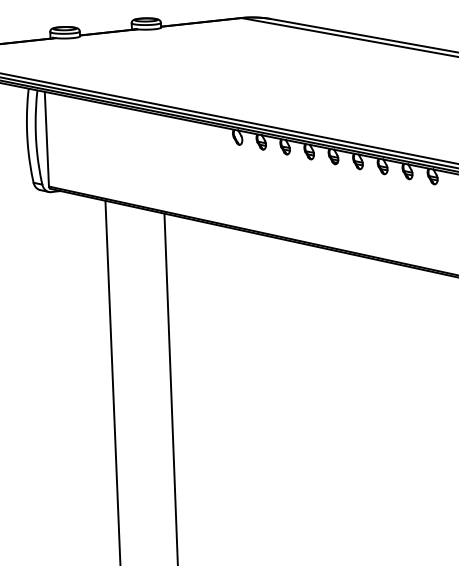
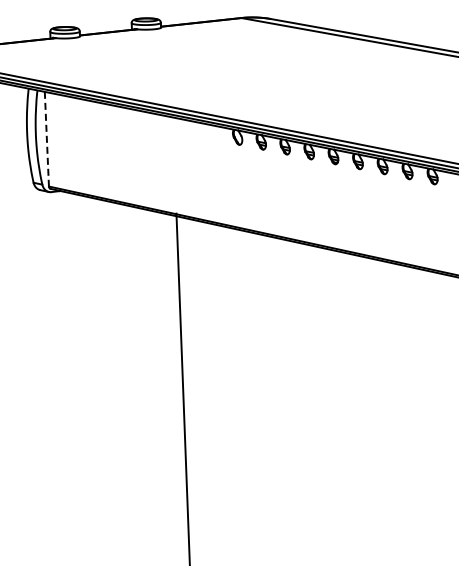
line at (46, 139): solid -> dashed
line at (112, 381): present -> none
line at (170, 387) position: (170, 387) -> (182, 387)
